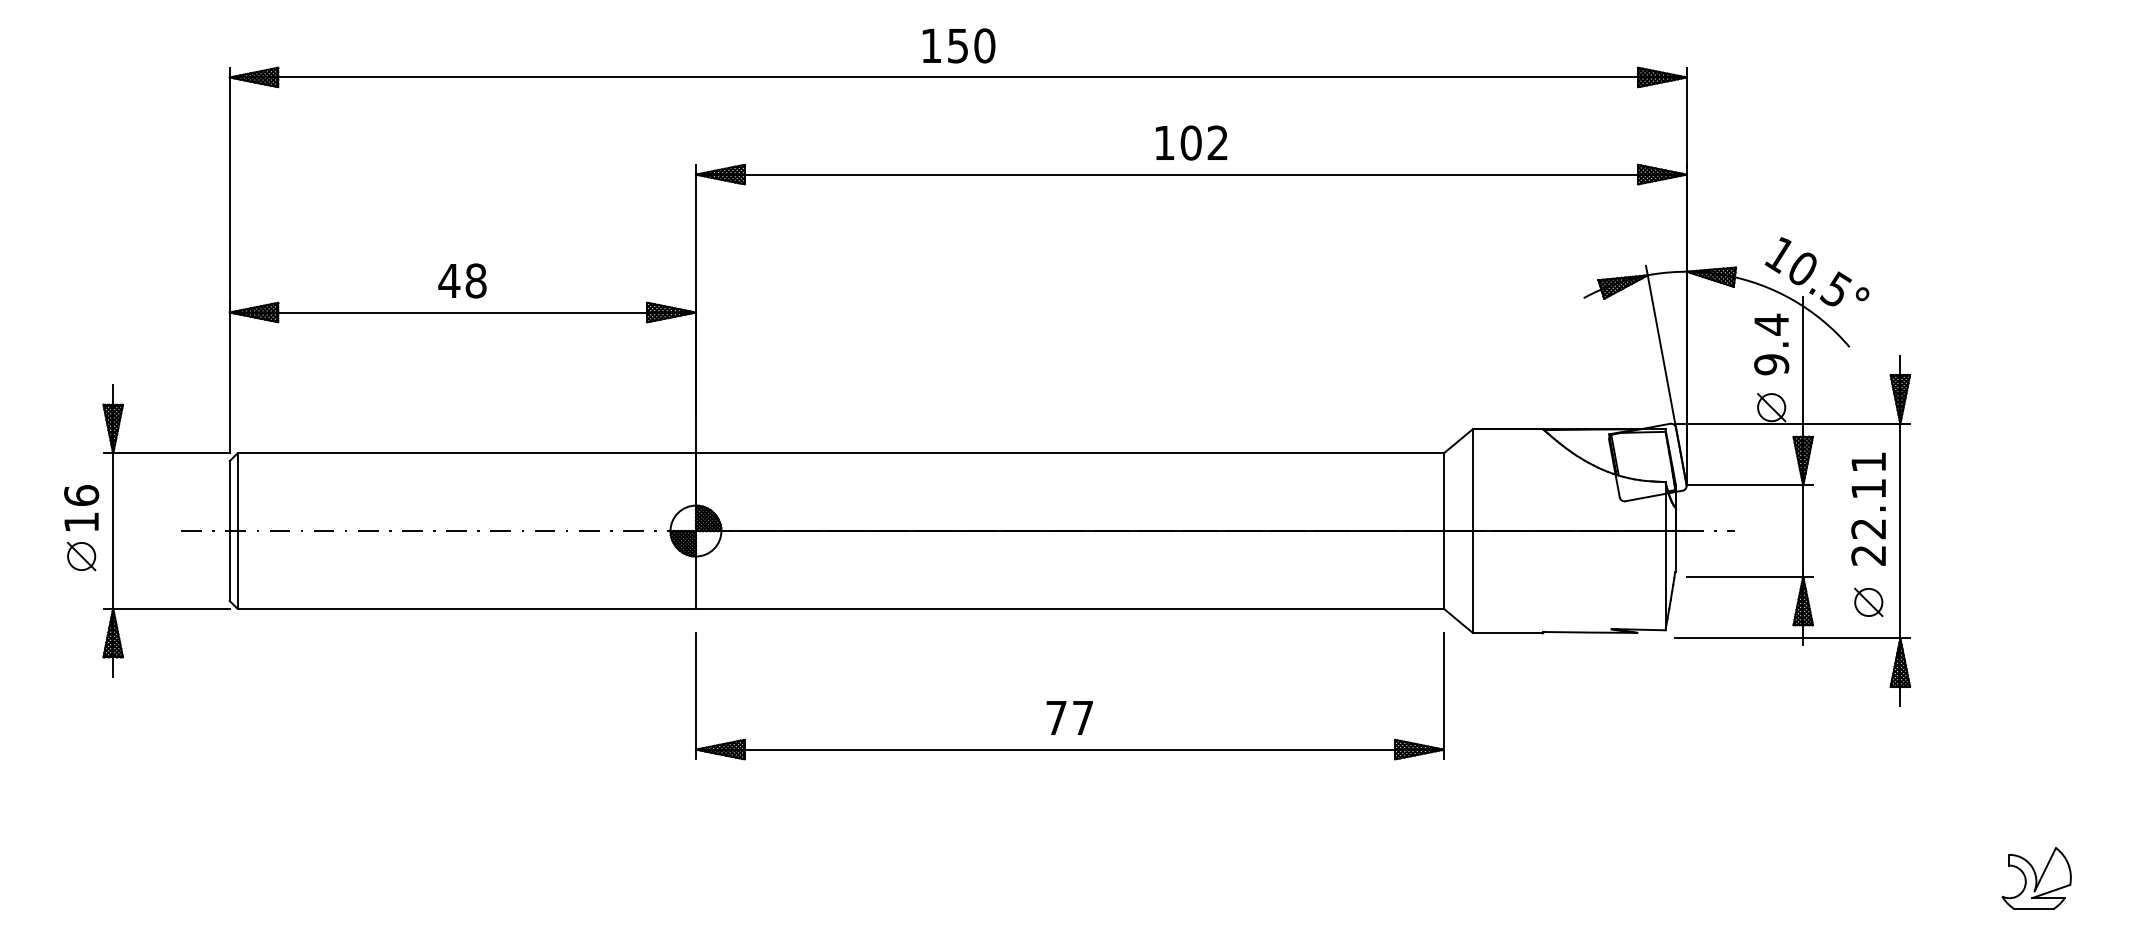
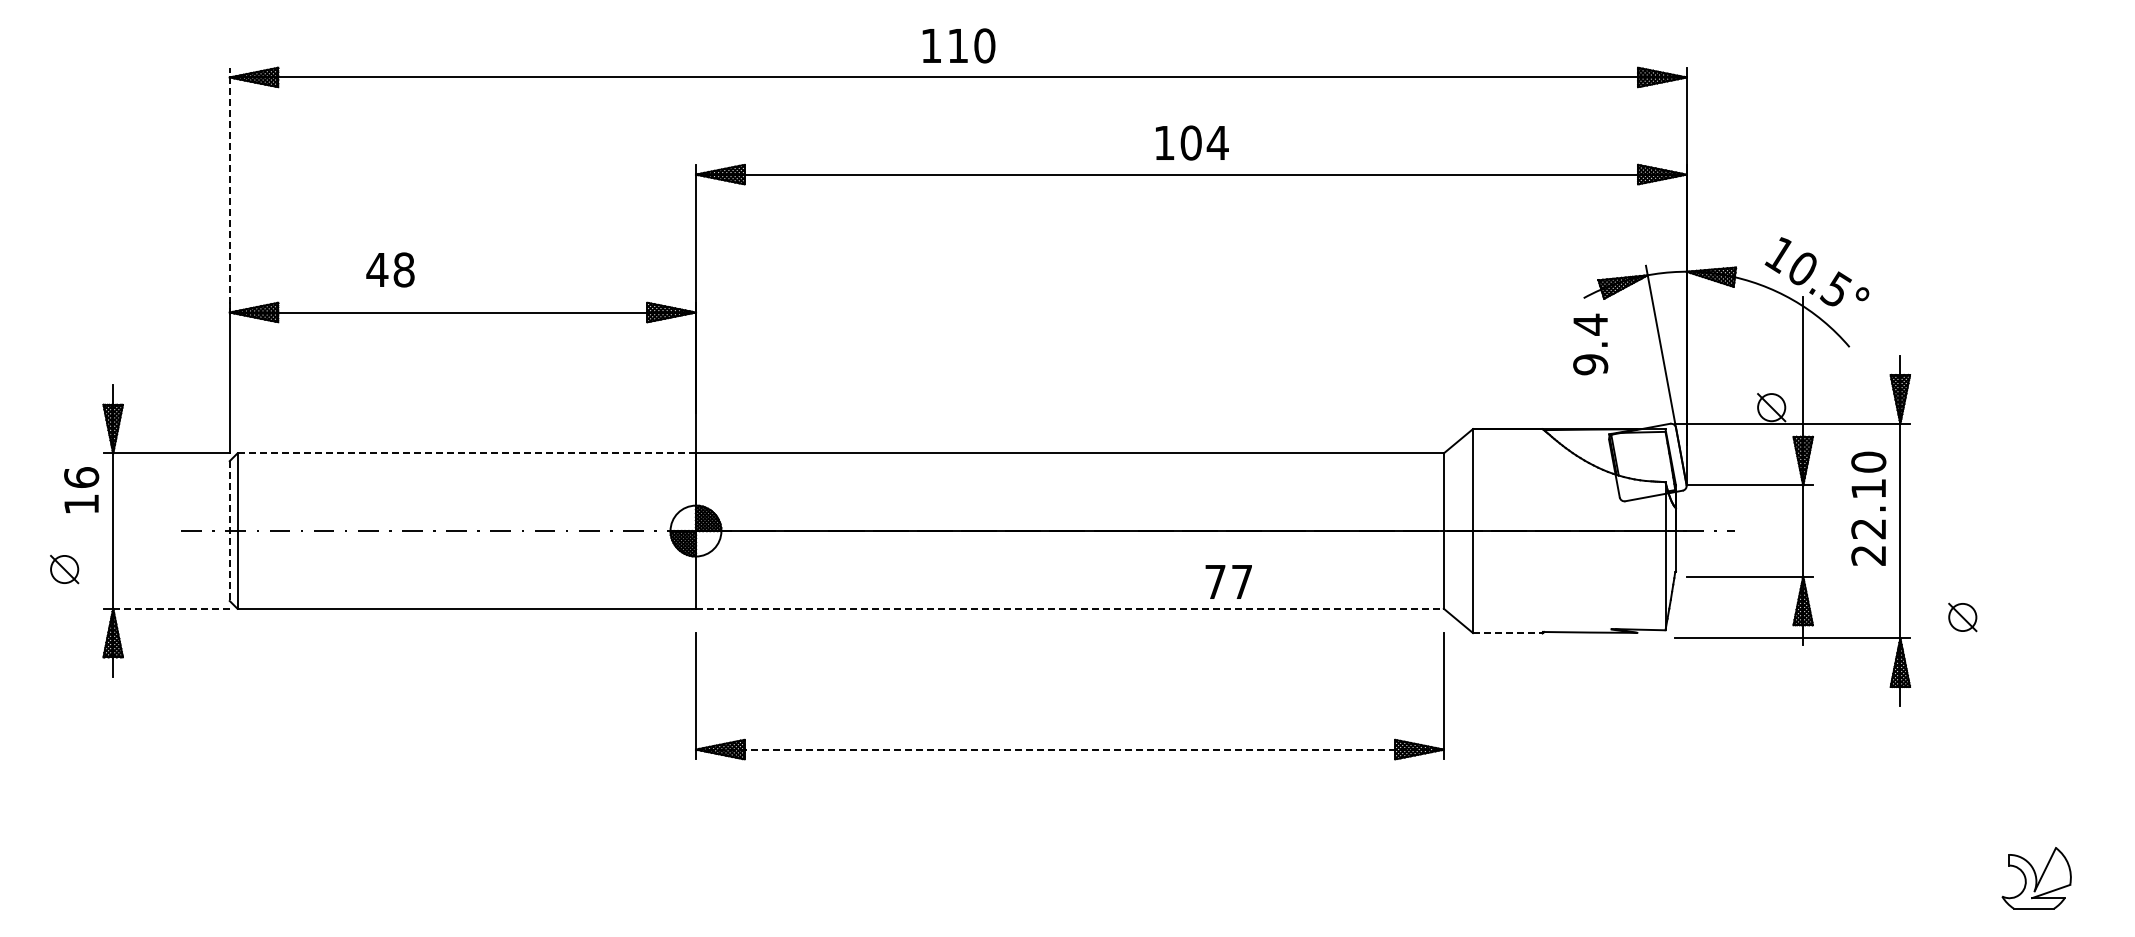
text at (957, 46): 150 -> 110
text at (1217, 142): 102 -> 104
line at (229, 191): solid -> dashed
text at (462, 280) position: (462, 280) -> (390, 269)
text at (1771, 344) position: (1771, 344) -> (1590, 344)
line at (466, 453): solid -> dashed
text at (1868, 461): 22.11 -> 22.10
text at (81, 508) position: (81, 508) -> (81, 490)
line at (229, 531): solid -> dashed
part at (81, 556) position: (81, 556) -> (64, 569)
part at (1868, 602) position: (1868, 602) -> (1962, 617)
line at (170, 608): solid -> dashed
line at (1069, 608): solid -> dashed
line at (1507, 633): solid -> dashed
text at (1069, 717) position: (1069, 717) -> (1228, 581)
line at (1069, 749): solid -> dashed
